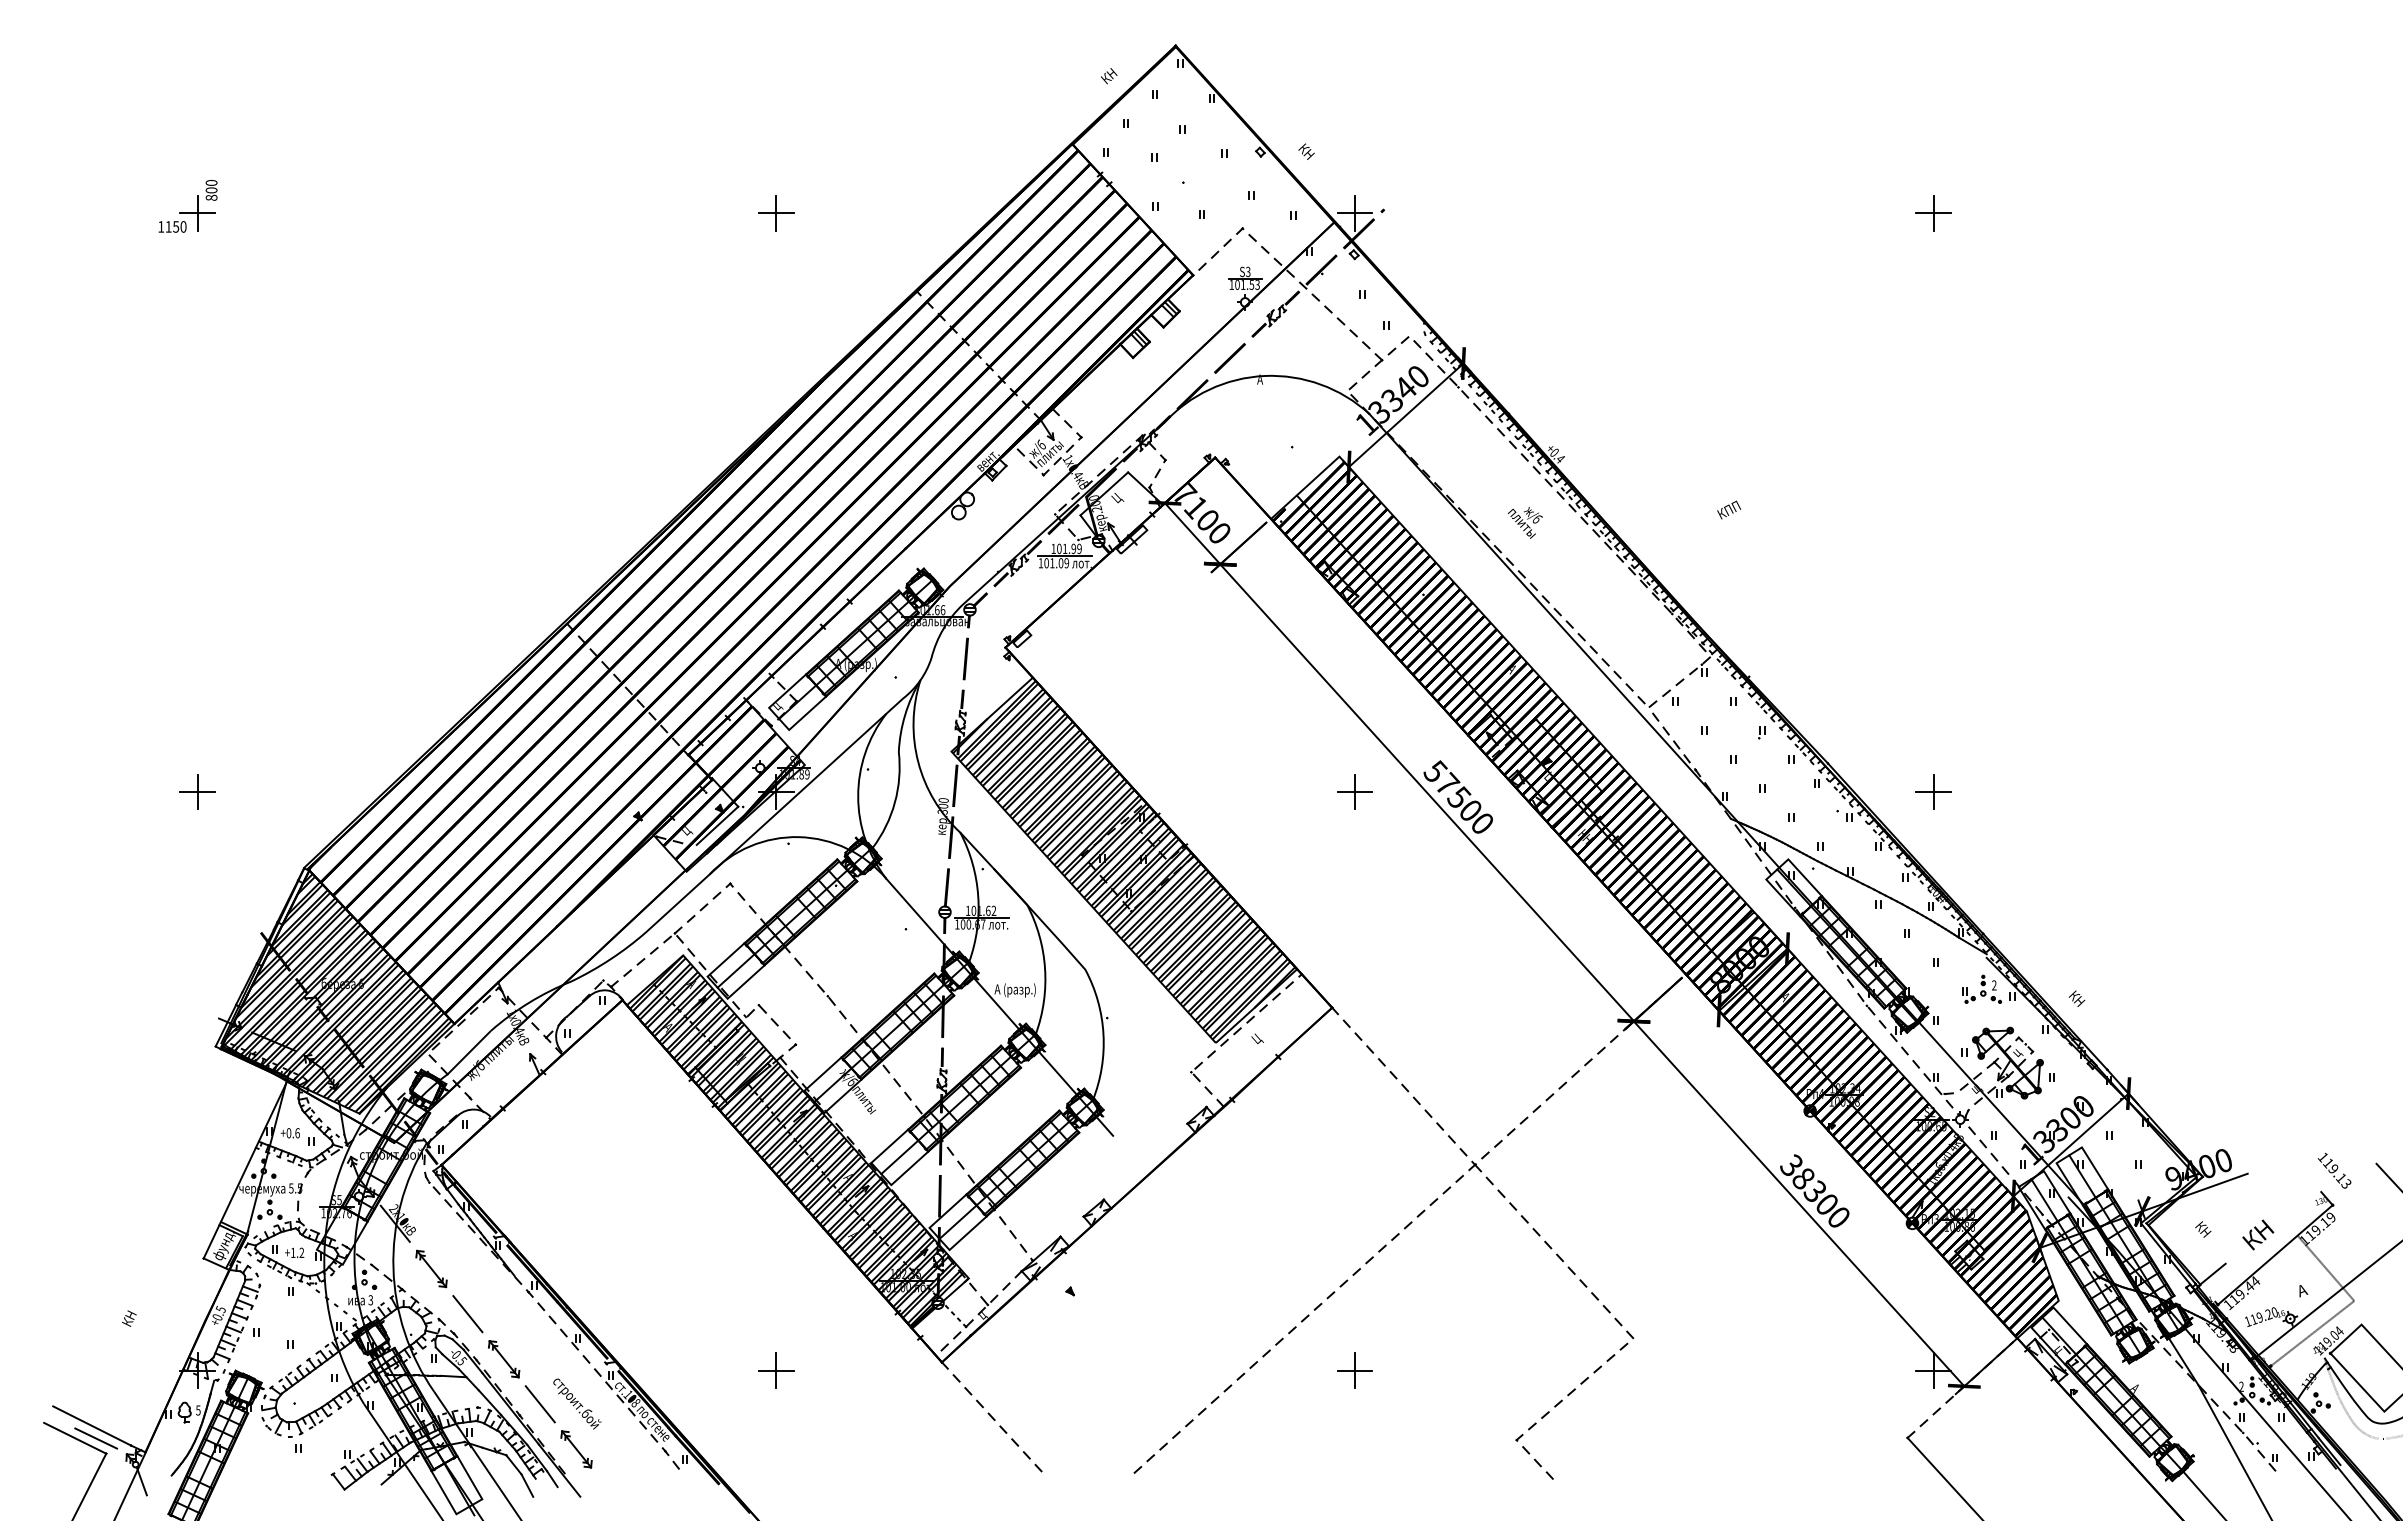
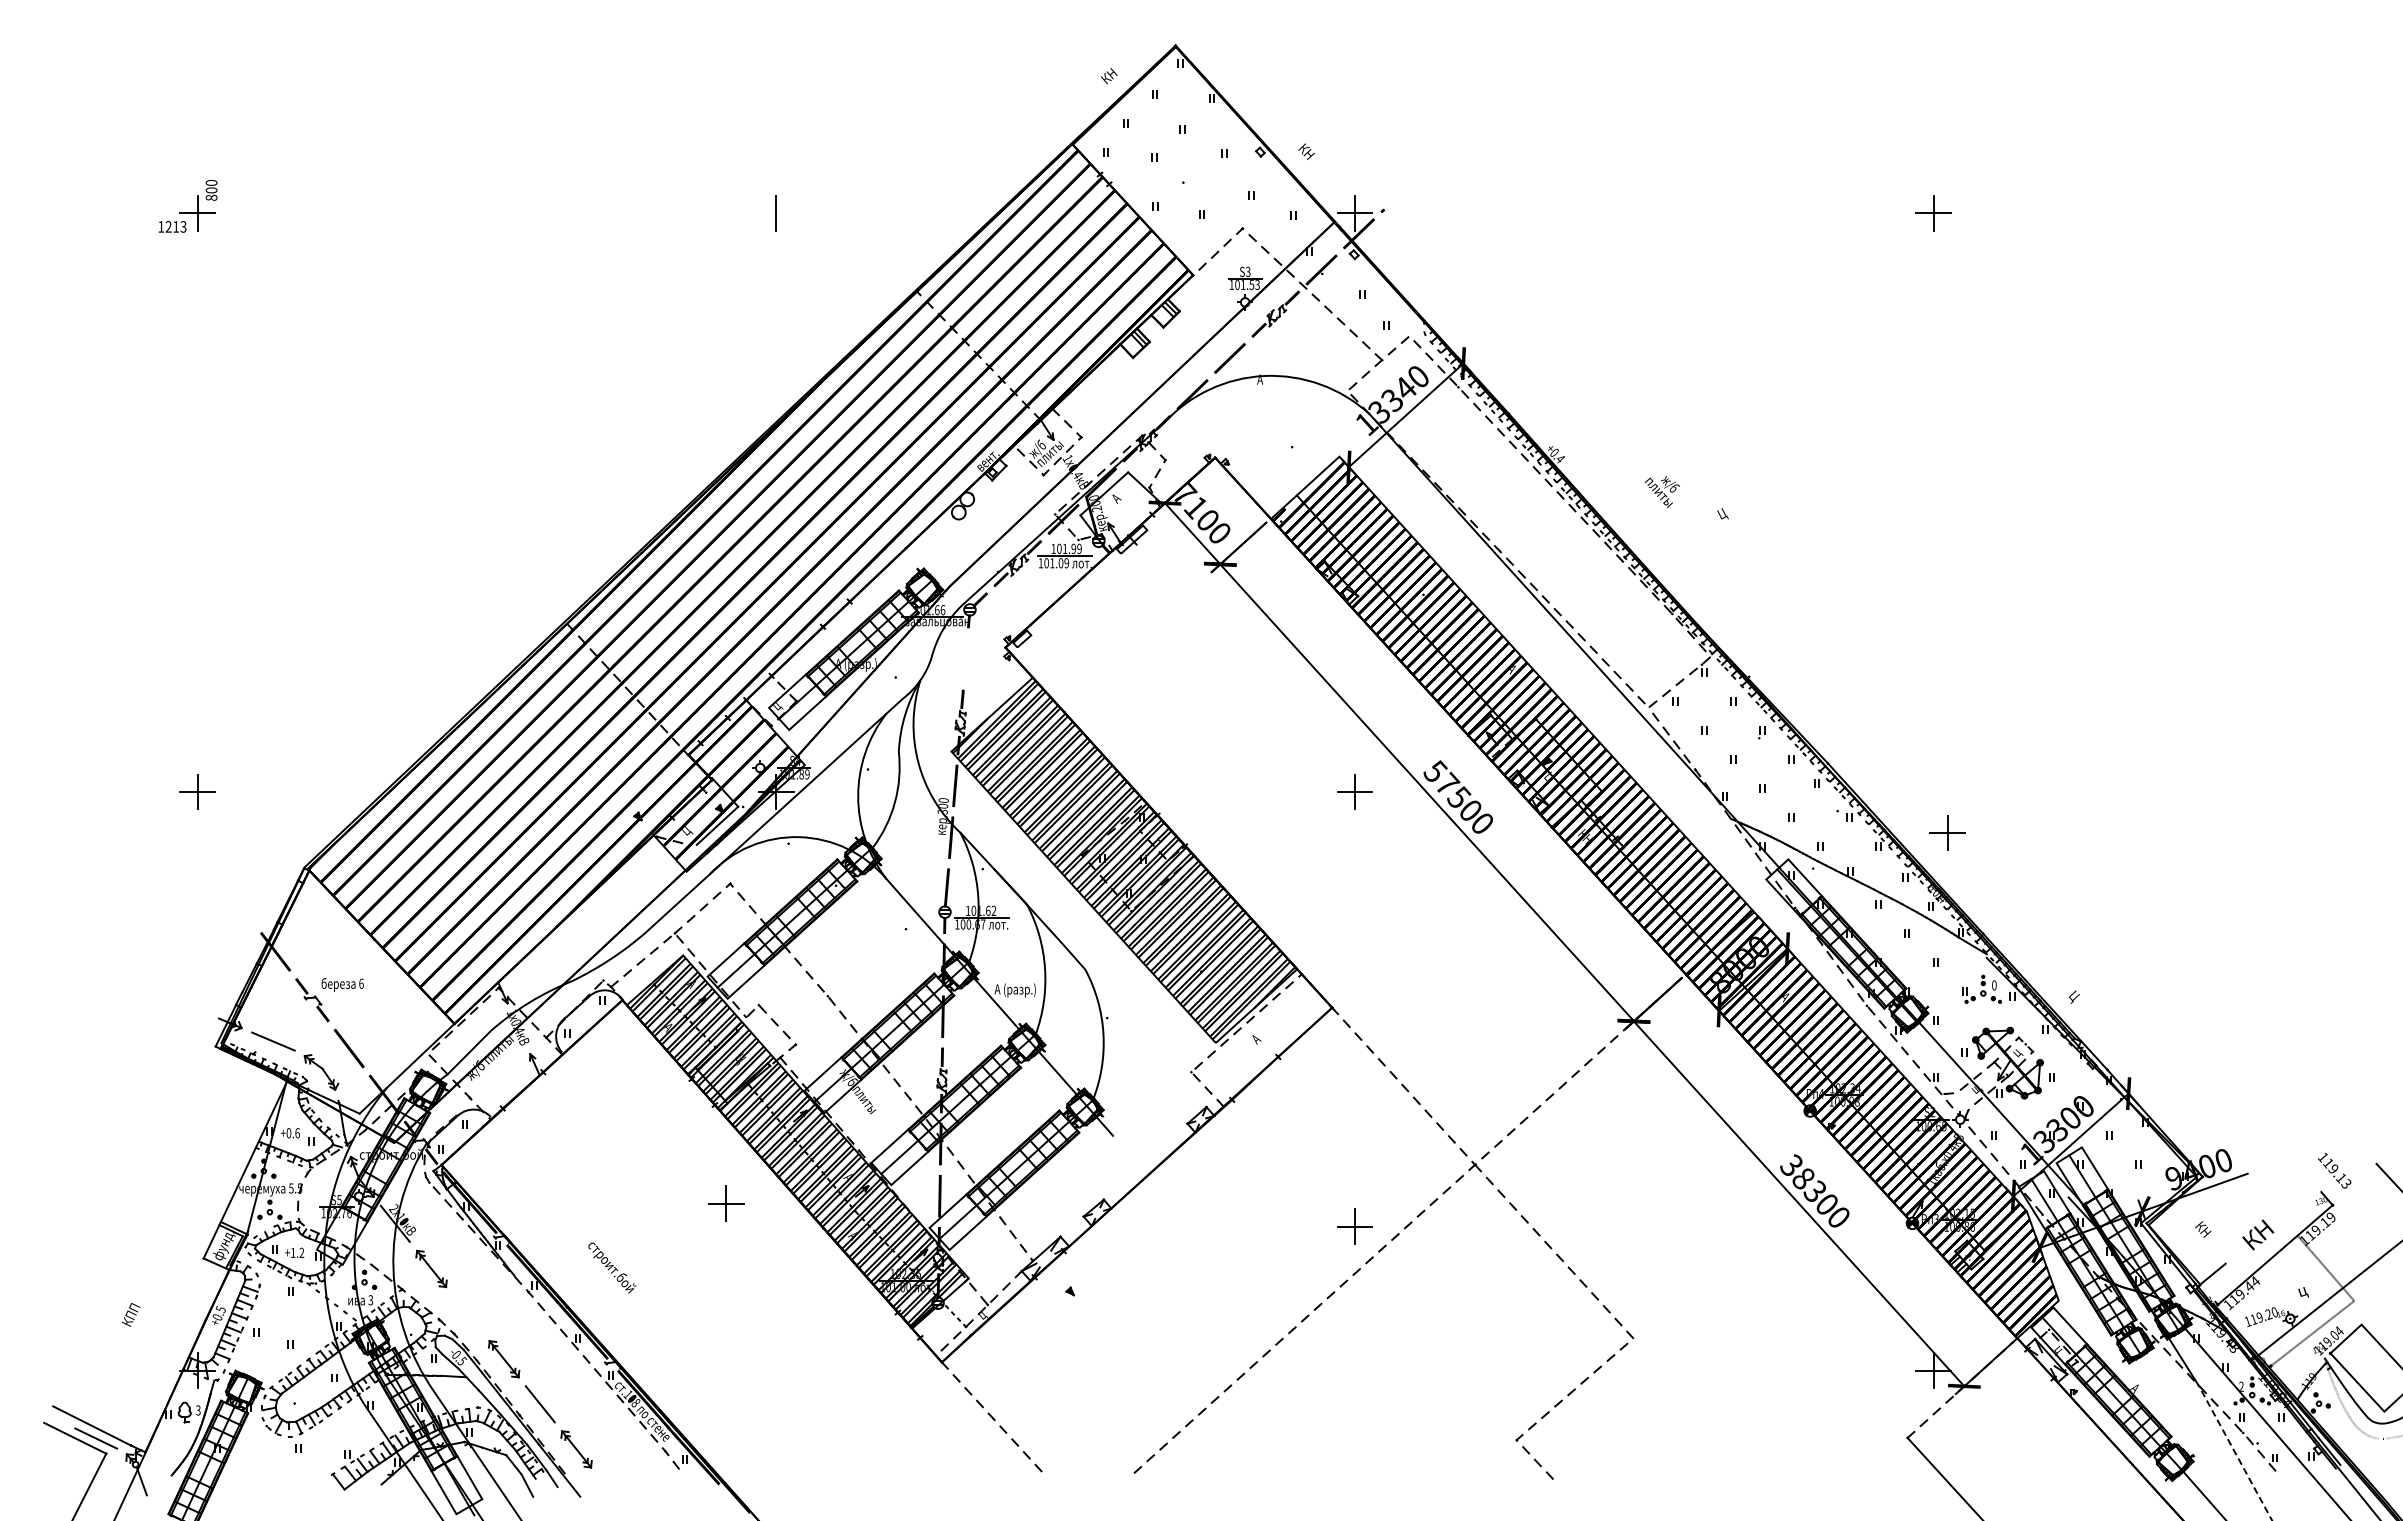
line at (776, 213): present -> none
text at (175, 226): 1150 -> 1213
text at (1117, 498): Ц -> А
text at (1730, 509): КПП -> Ц
text at (1524, 522) position: (1524, 522) -> (1661, 491)
line at (965, 658): present -> none
part at (1933, 791) position: (1933, 791) -> (1947, 832)
text at (1994, 985): 2 -> 0
hatch at (335, 993): present -> none
text at (2077, 1000): КН -> Ц
text at (1257, 1038): Ц -> А
text at (2303, 1291): А -> ц
text at (132, 1309): КН -> КПП
line at (467, 1314): present -> none
part at (776, 1370) position: (776, 1370) -> (726, 1203)
part at (1354, 1370) position: (1354, 1370) -> (1354, 1226)
text at (577, 1403) position: (577, 1403) -> (612, 1267)
text at (198, 1409): 5 -> 3
line at (2235, 1452): solid -> dashed
